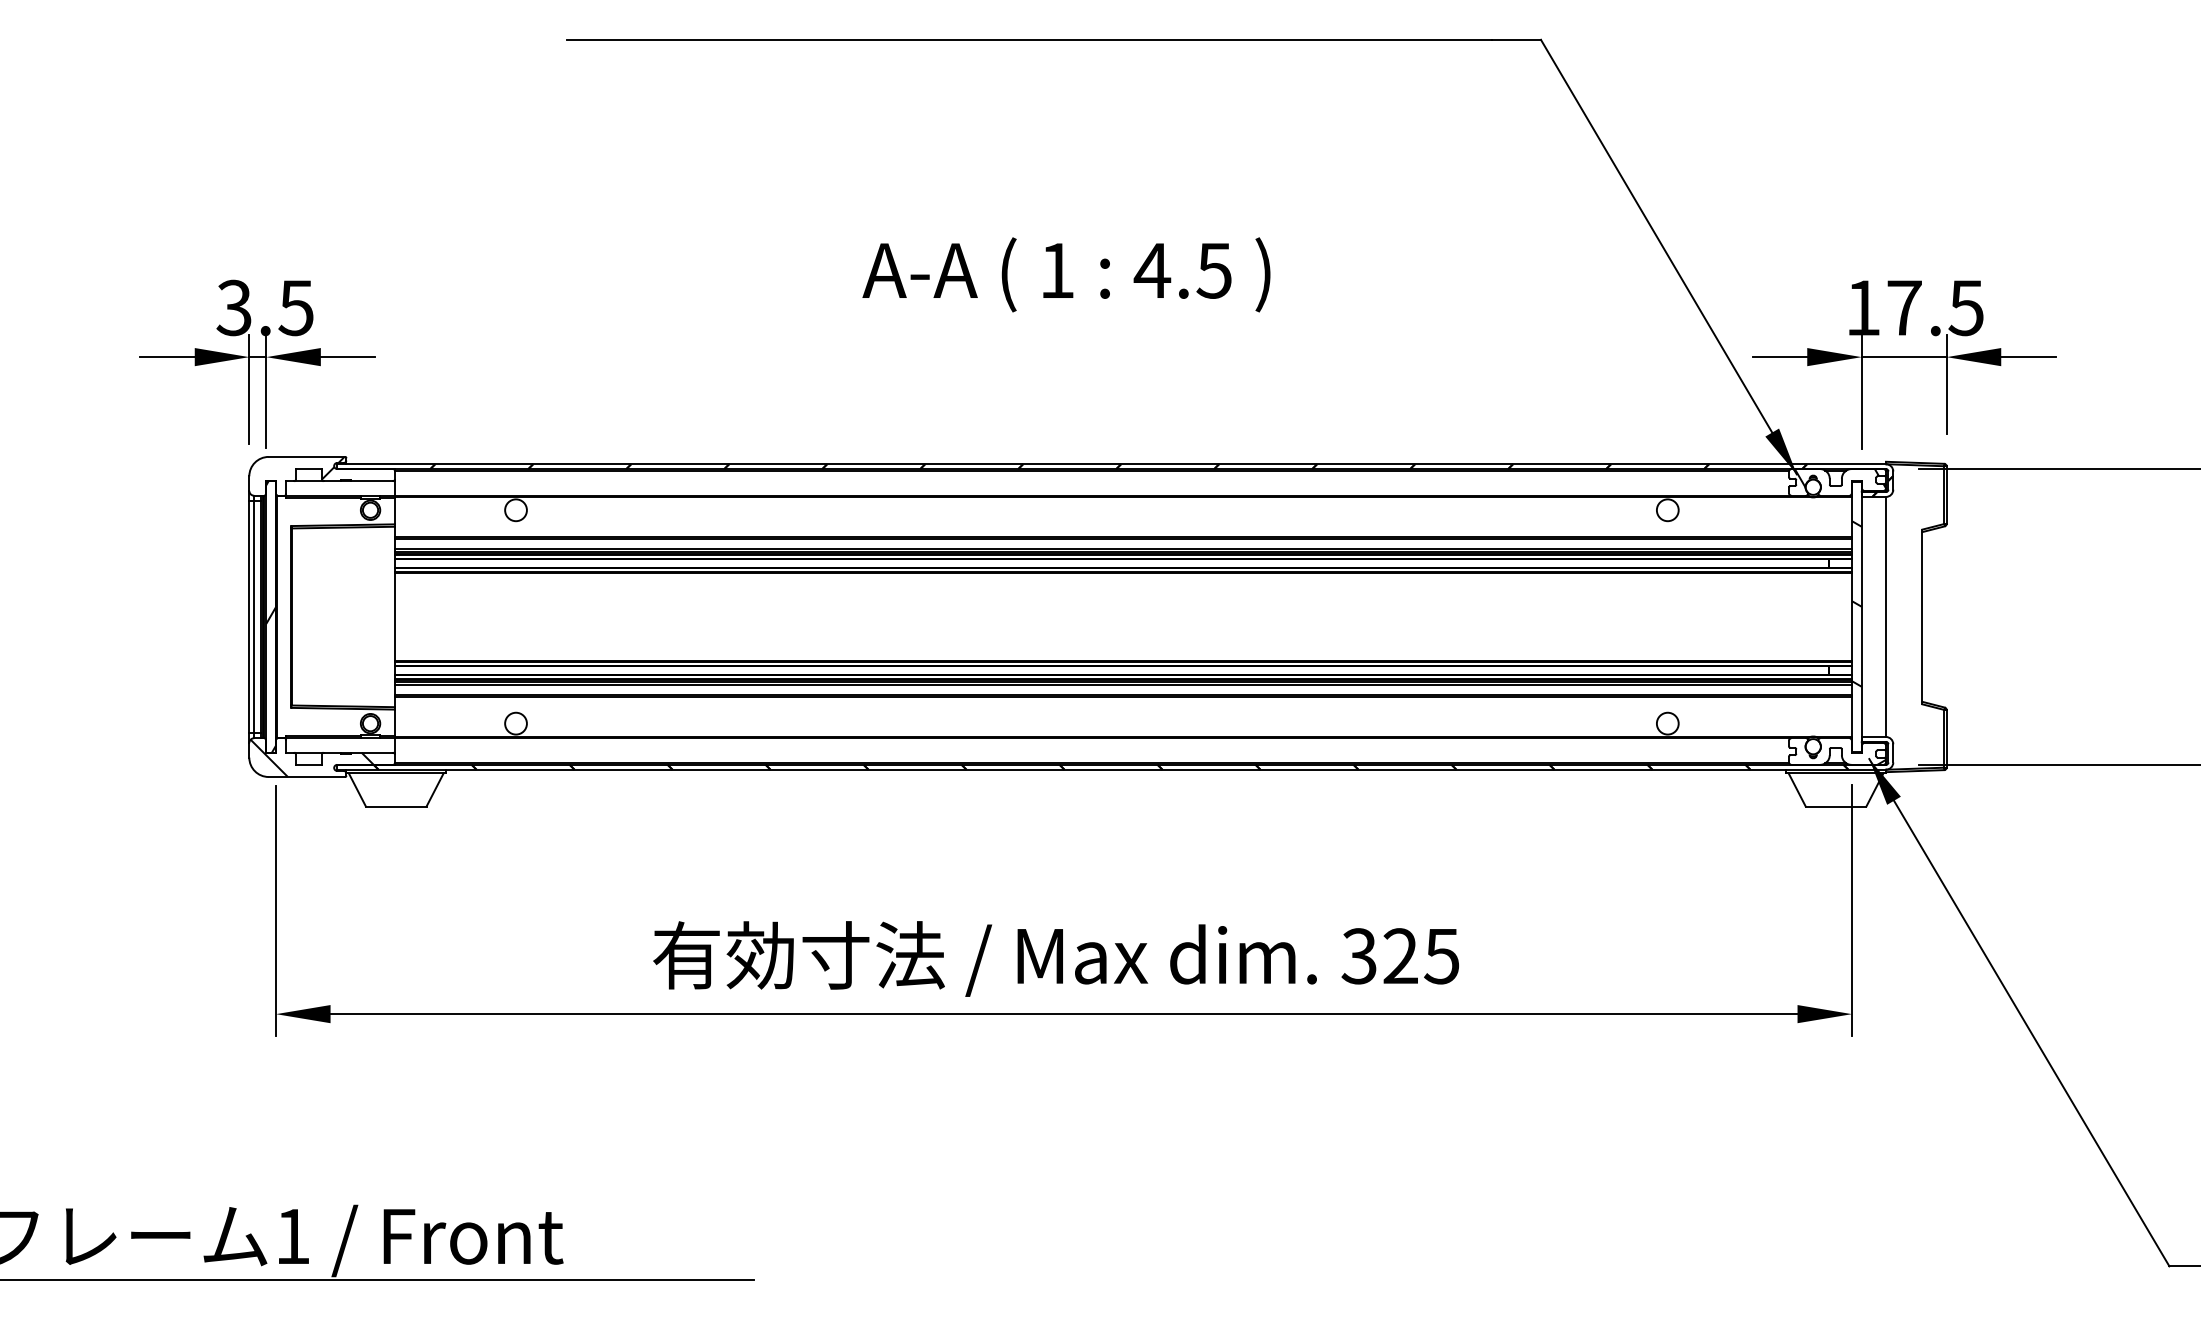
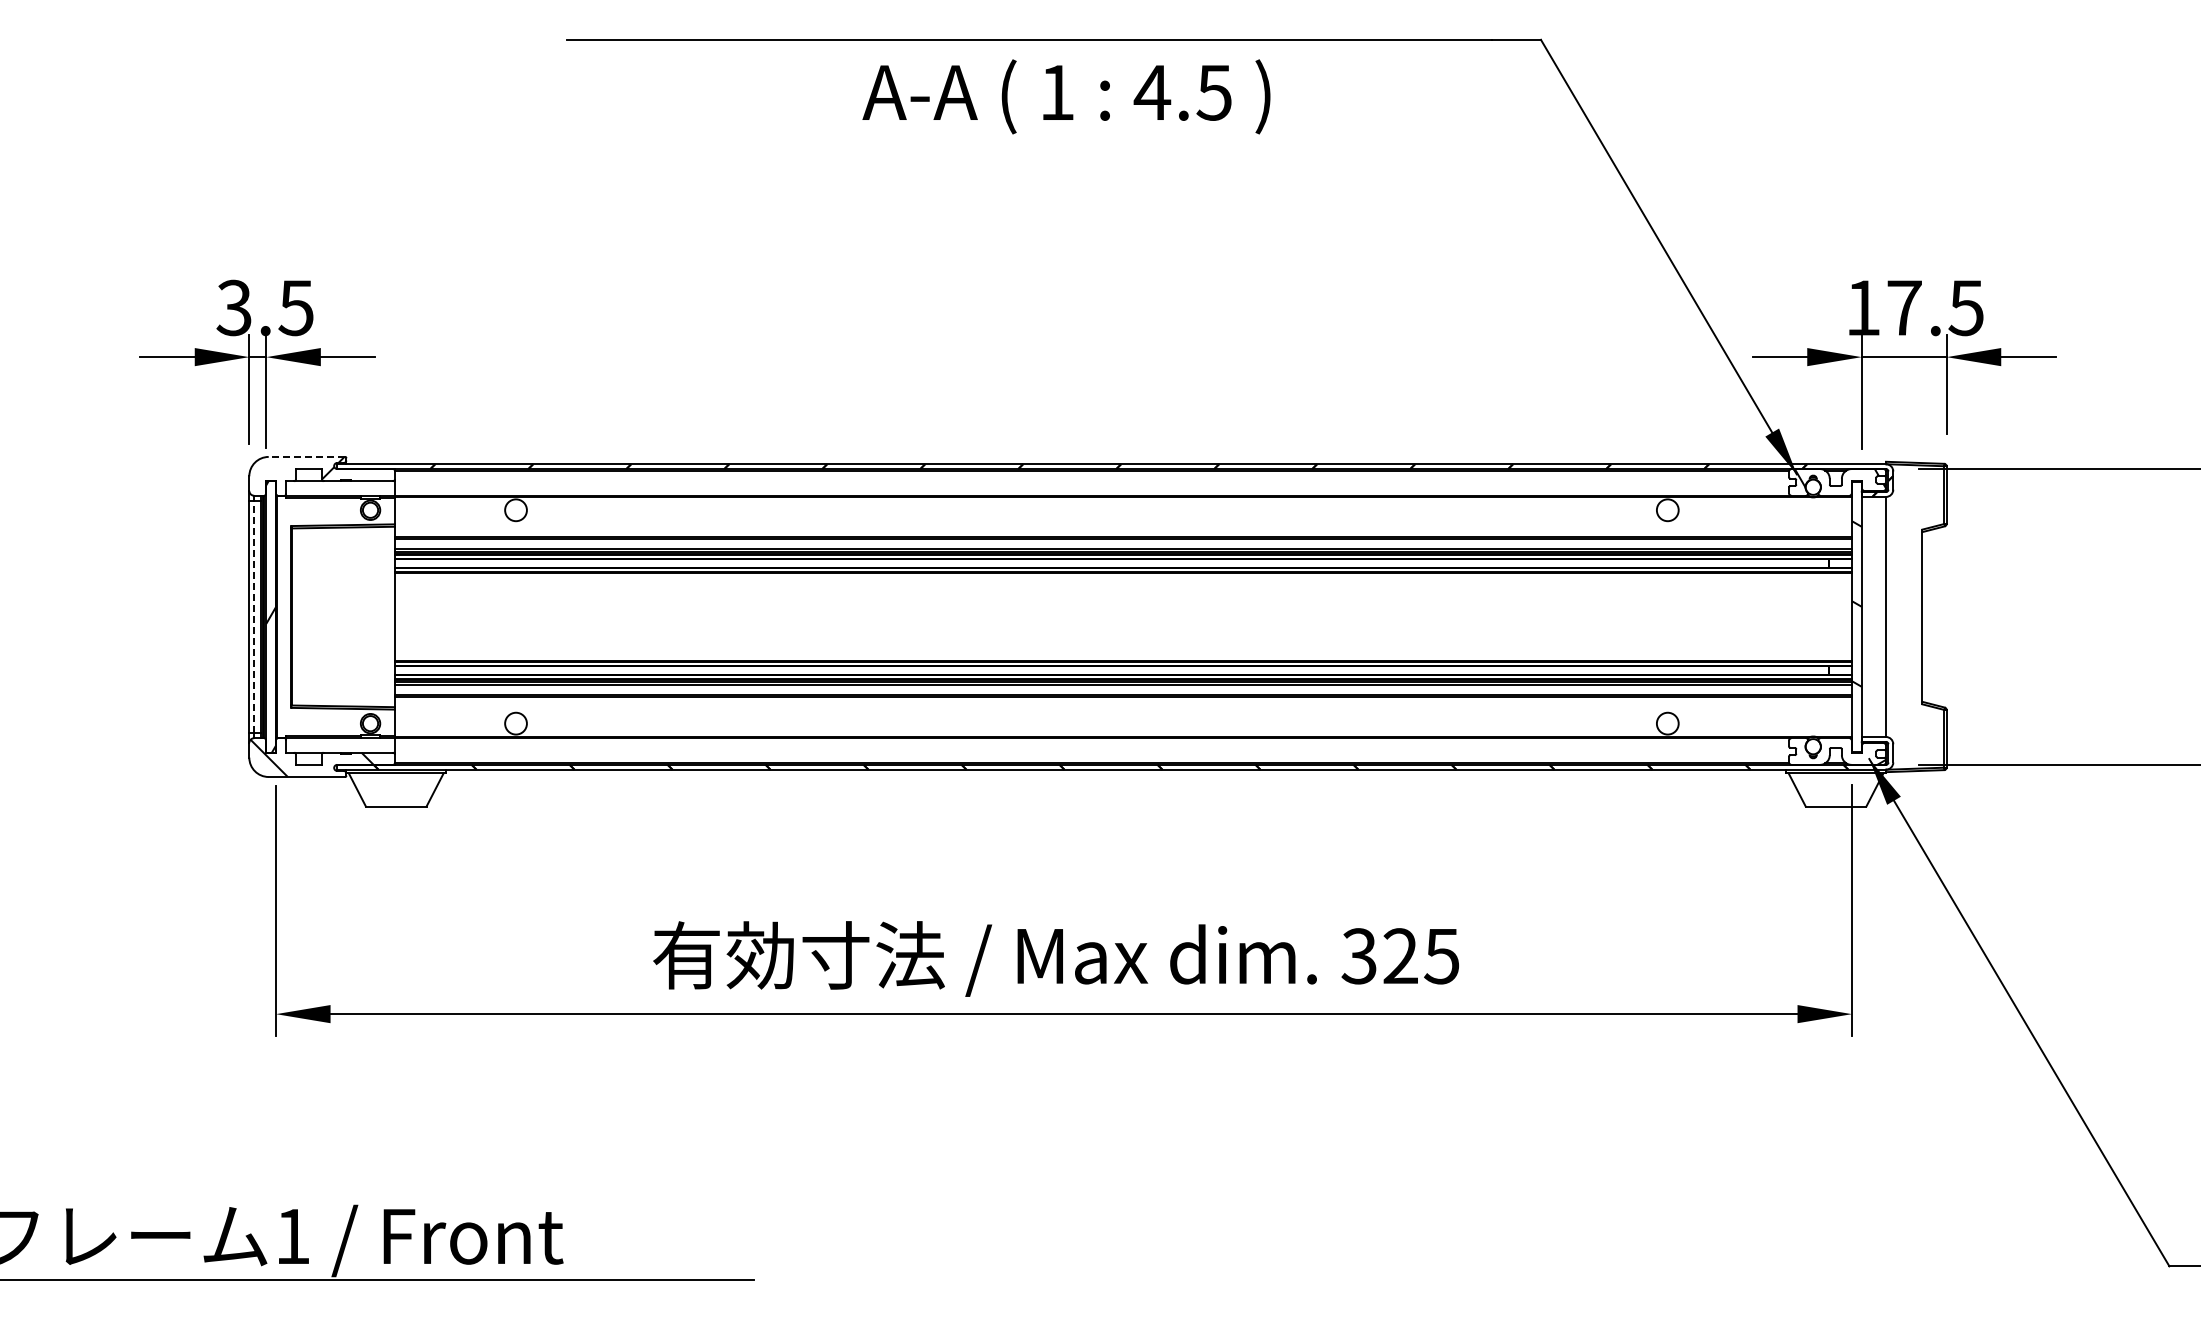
text at (1066, 274) position: (1066, 274) -> (1066, 96)
line at (306, 456): solid -> dashed
line at (254, 616): solid -> dashed
